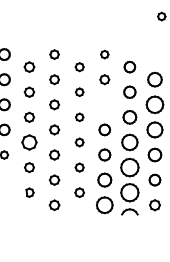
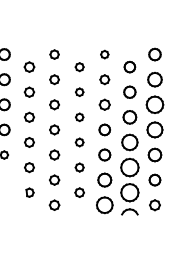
part at (161, 16): present -> none
part at (154, 54): none -> present
part at (104, 104): none -> present
part at (29, 142) size: 17x17 px -> 11x11 px
